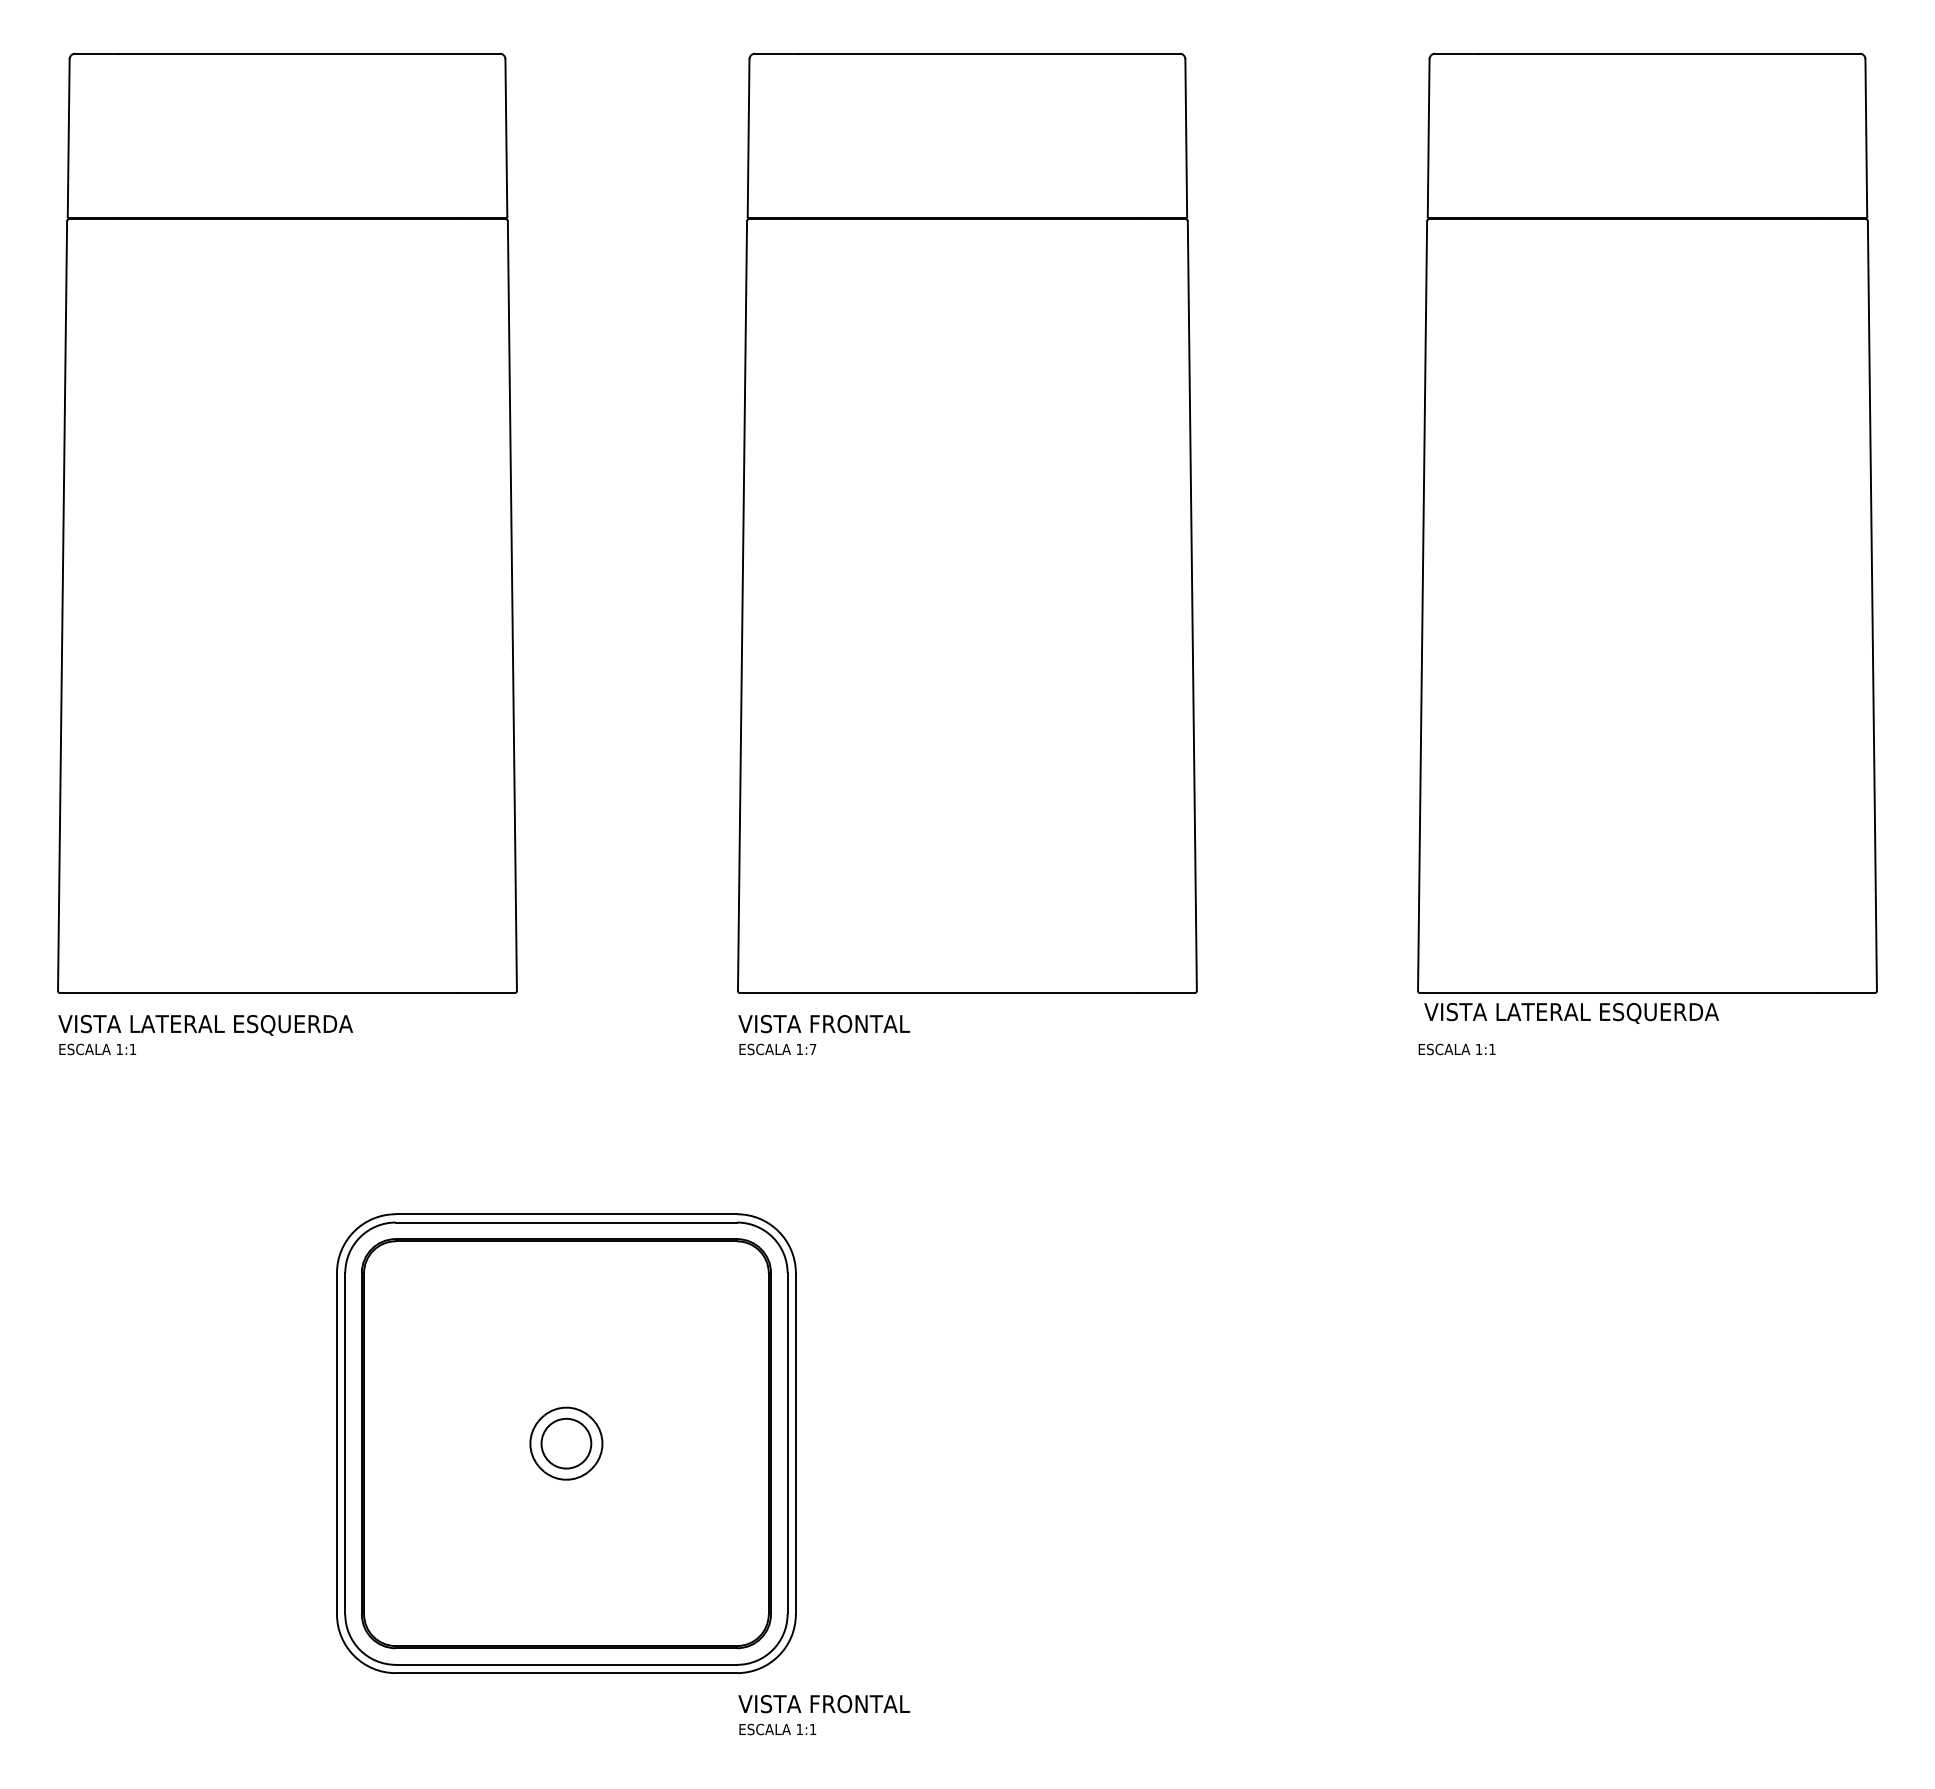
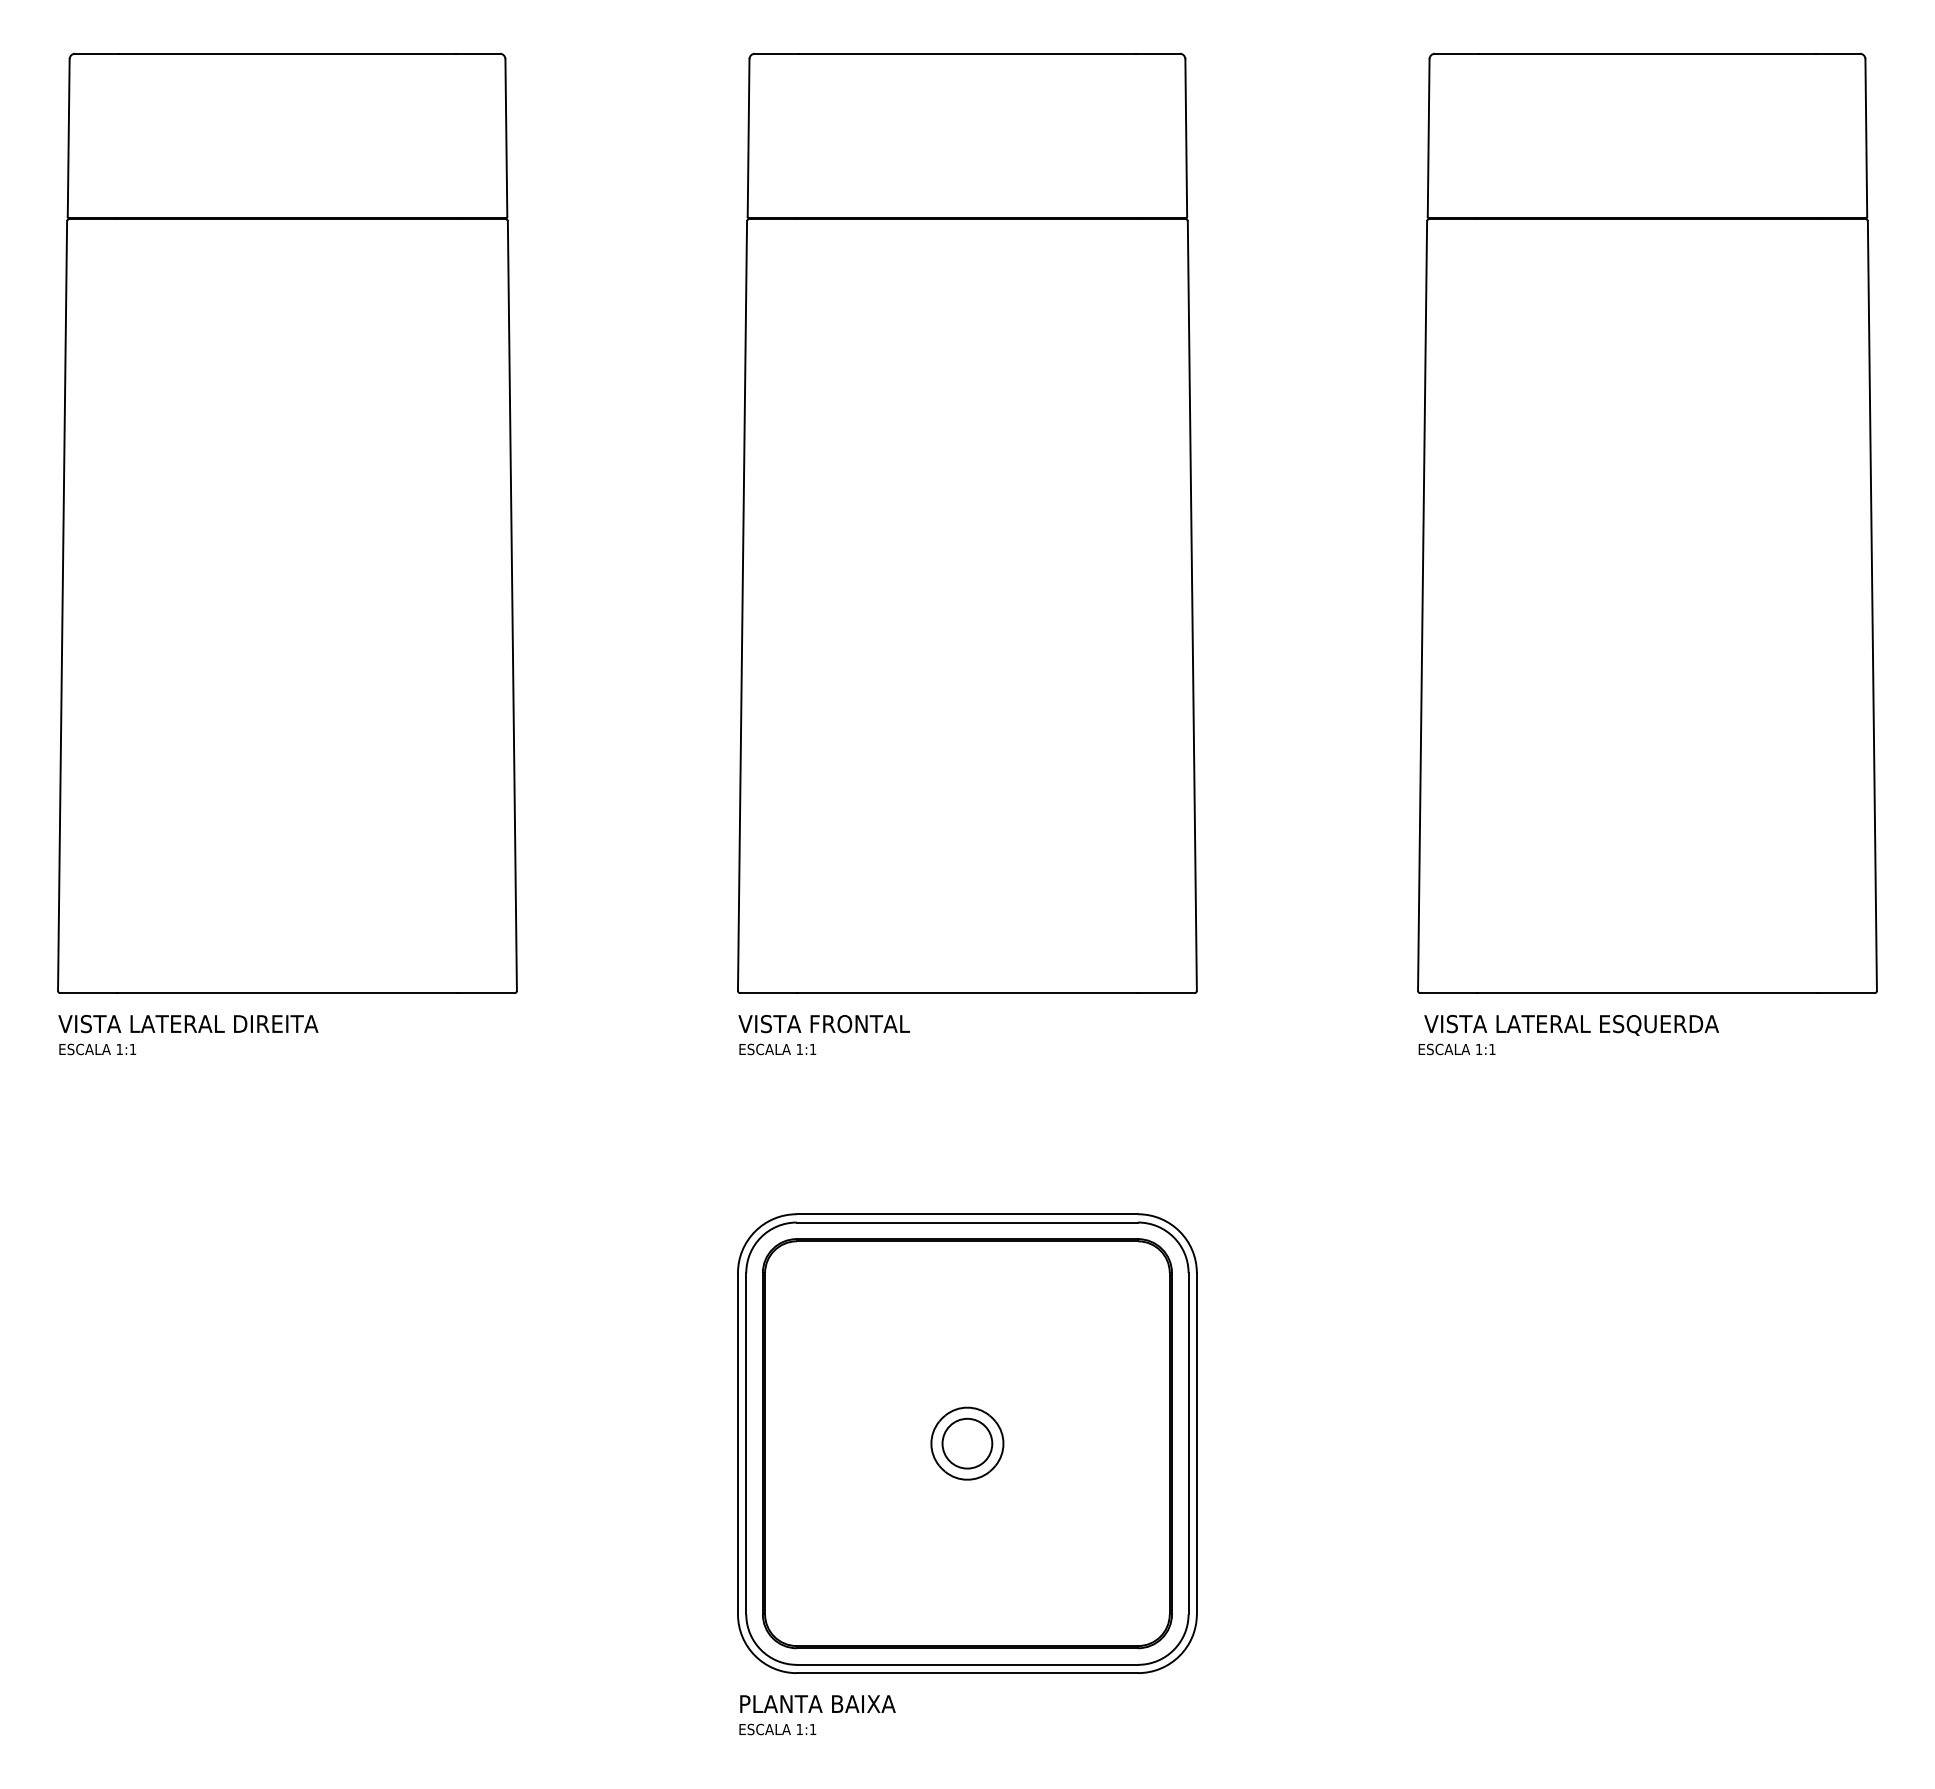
text at (1571, 1013) position: (1571, 1013) -> (1571, 1025)
text at (294, 1024): VISTA LATERAL ESQUERDA -> VISTA LATERAL DIREITA
text at (813, 1049): 1:7 -> 1:1
part at (566, 1443) position: (566, 1443) -> (967, 1443)
text at (823, 1704): VISTA FRONTAL -> PLANTA BAIXA
